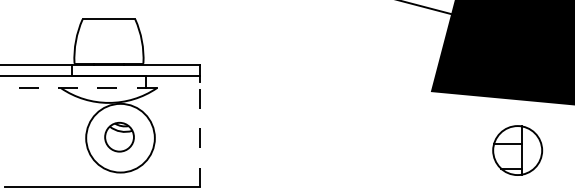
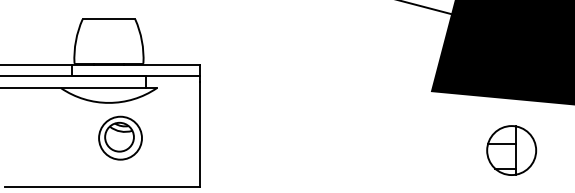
line at (73, 88): dashed -> solid
line at (199, 134): dashed -> solid
circle at (120, 137) diameter: 69 px -> 43 px
part at (517, 150) position: (517, 150) -> (511, 150)
